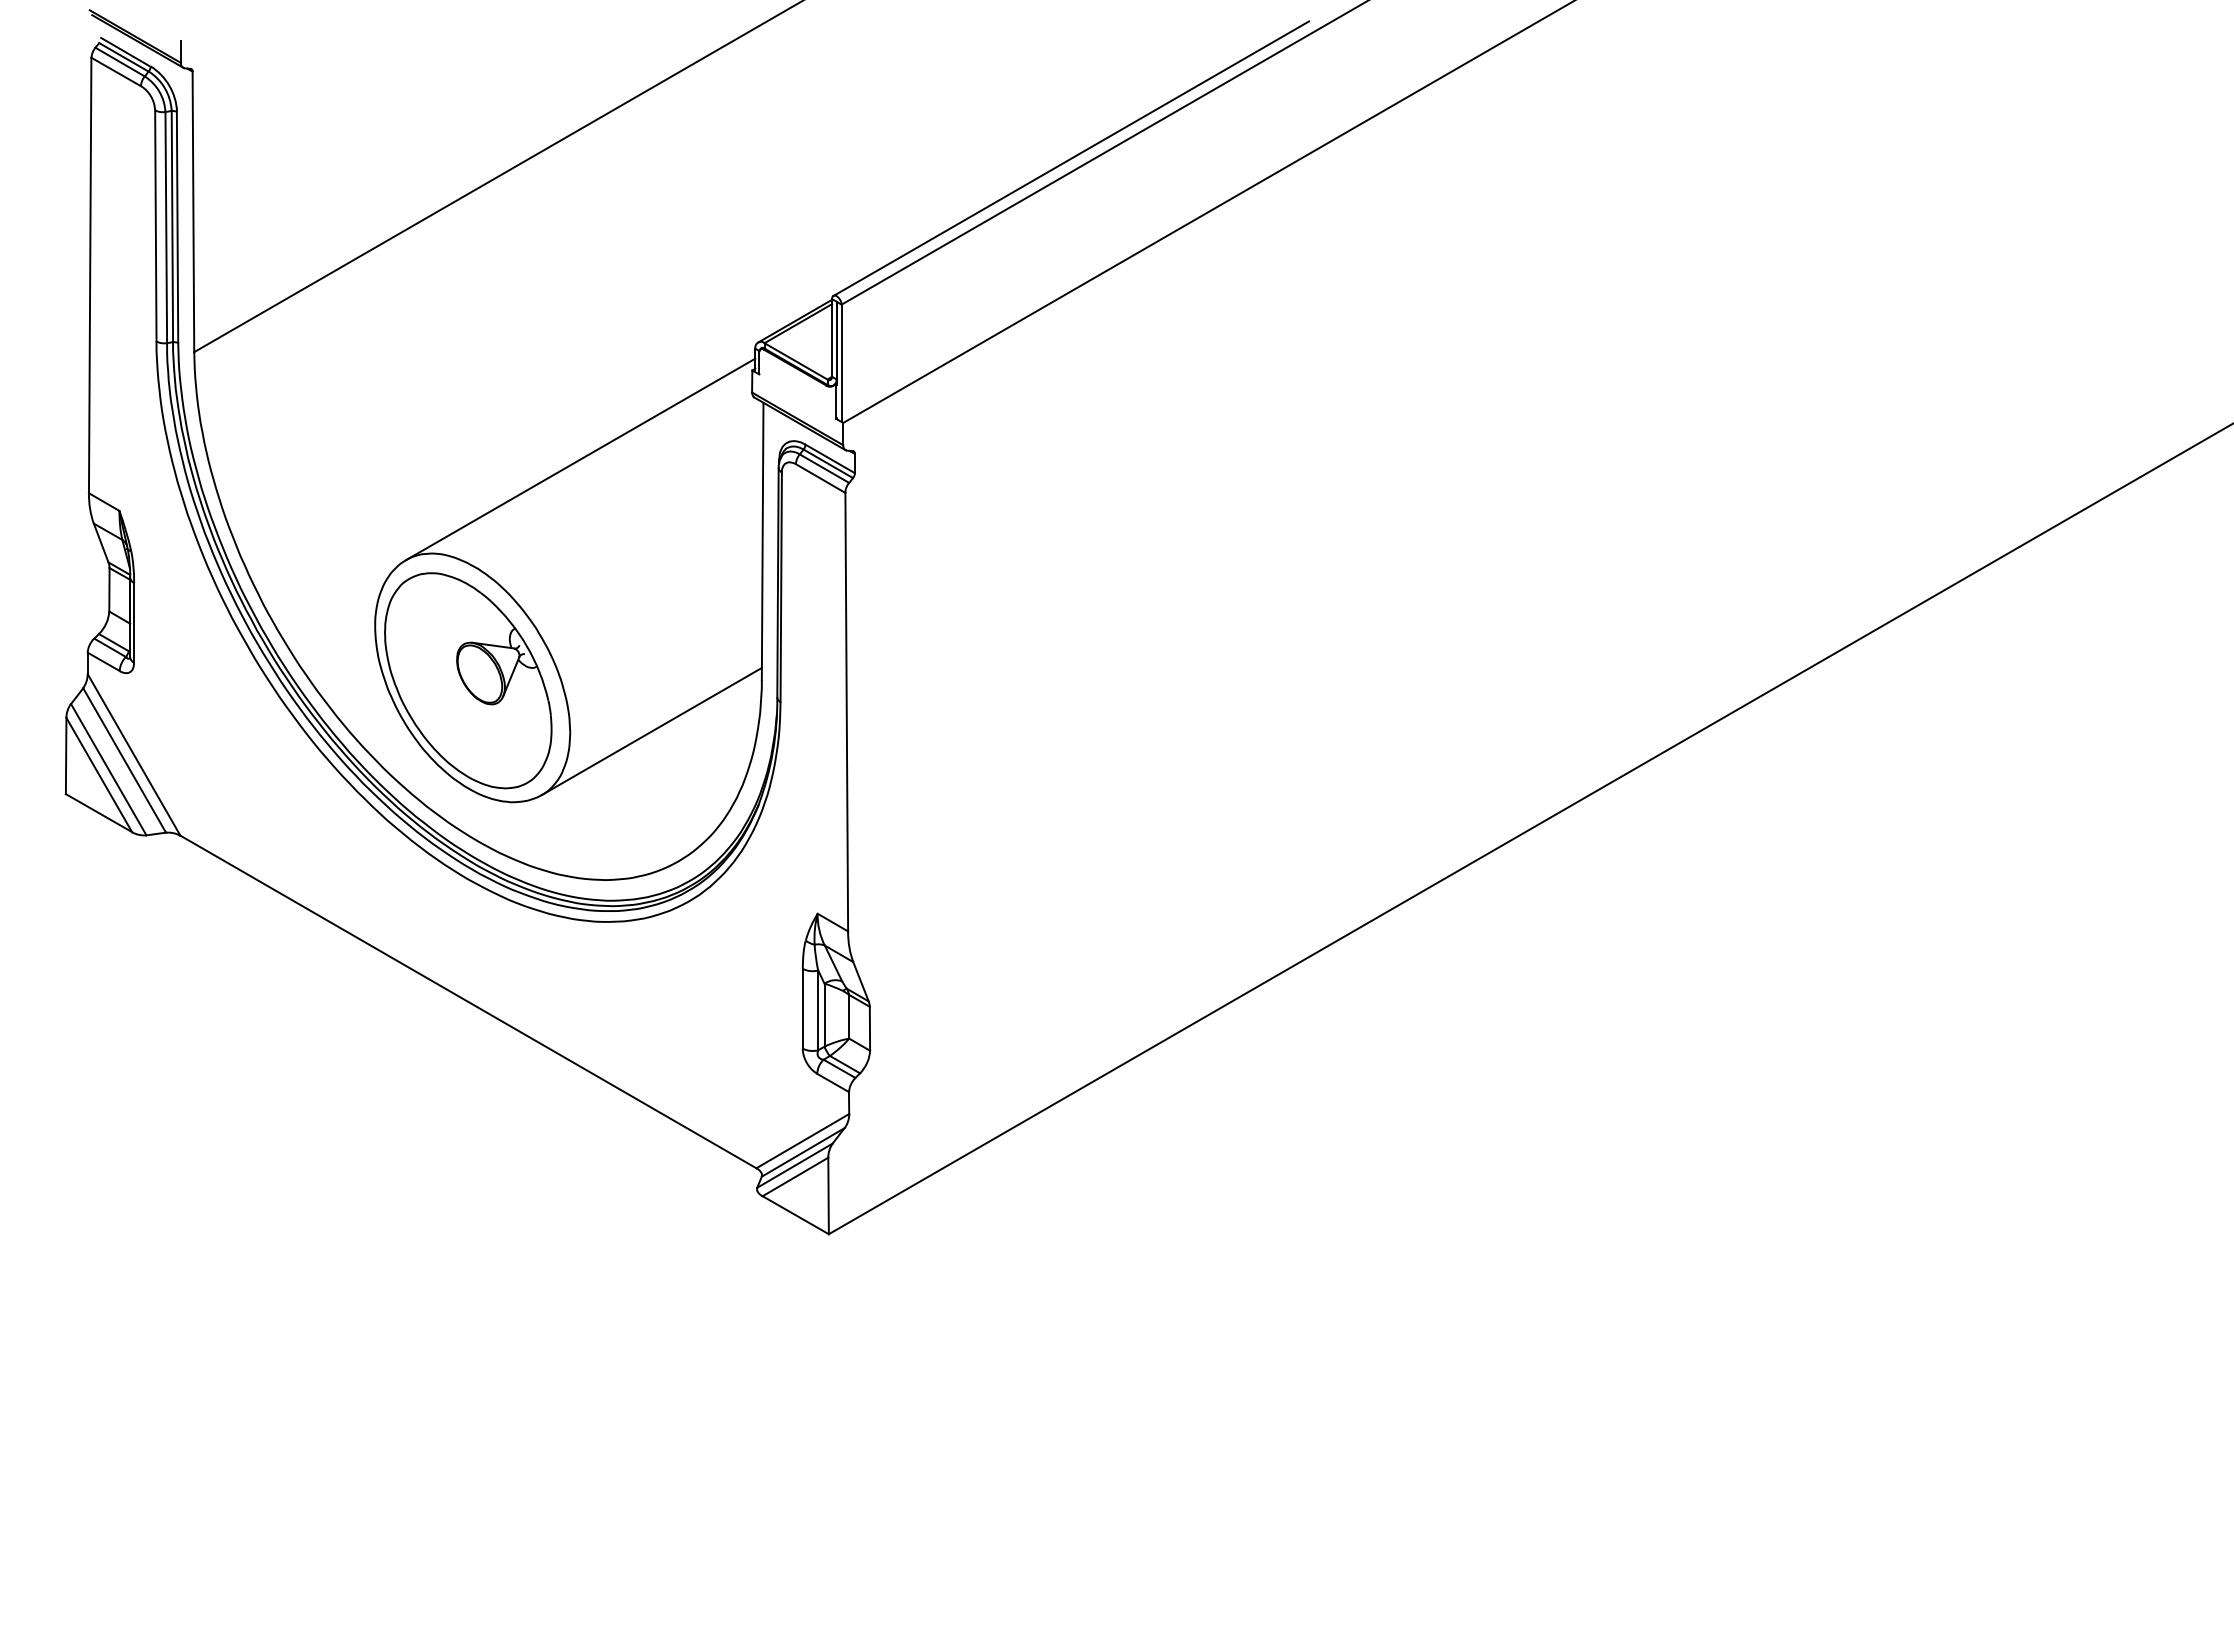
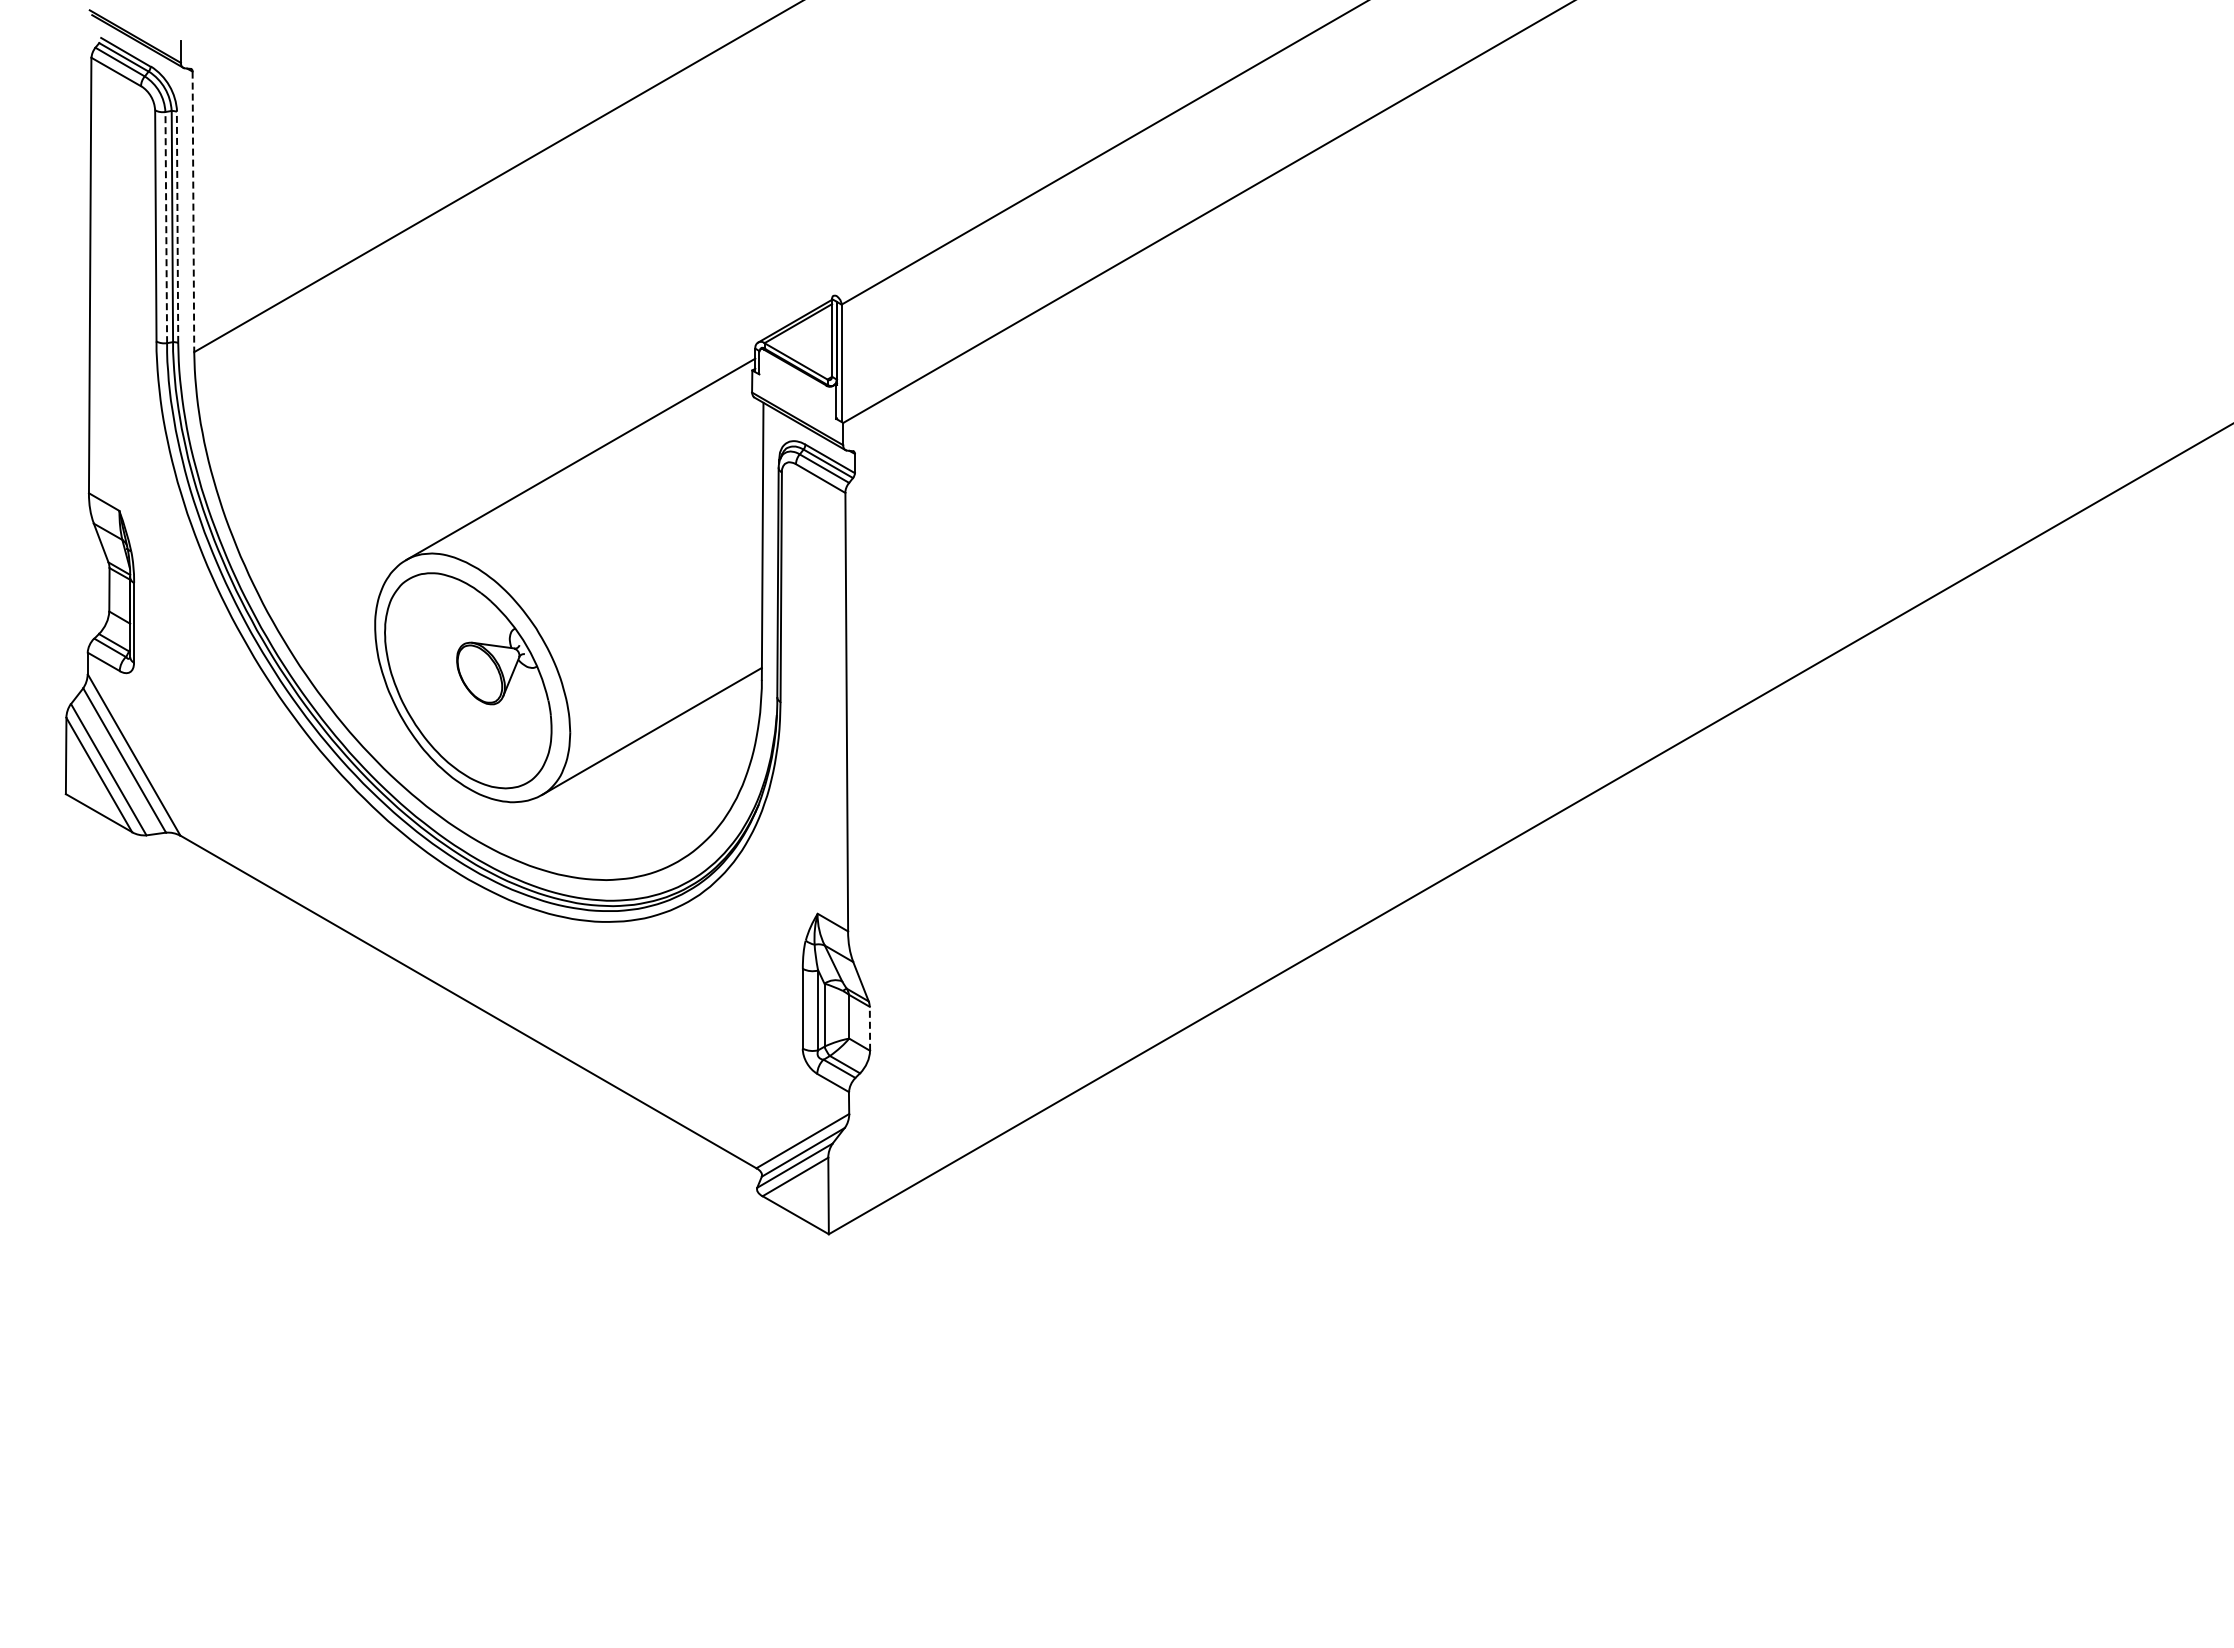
line at (1071, 158): present -> none
line at (193, 212): solid -> dashed
line at (166, 227): solid -> dashed
line at (177, 227): solid -> dashed
line at (869, 1028): solid -> dashed
